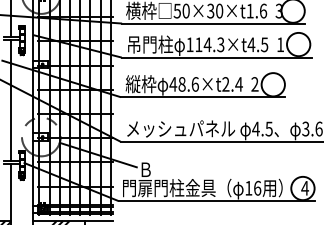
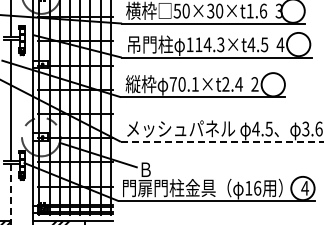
text at (280, 44): 1 -> 4
text at (183, 84): 48.6×t2.4 -> 70.1×t2.4
line at (222, 141): solid -> dashed
line at (11, 194): solid -> dashed
